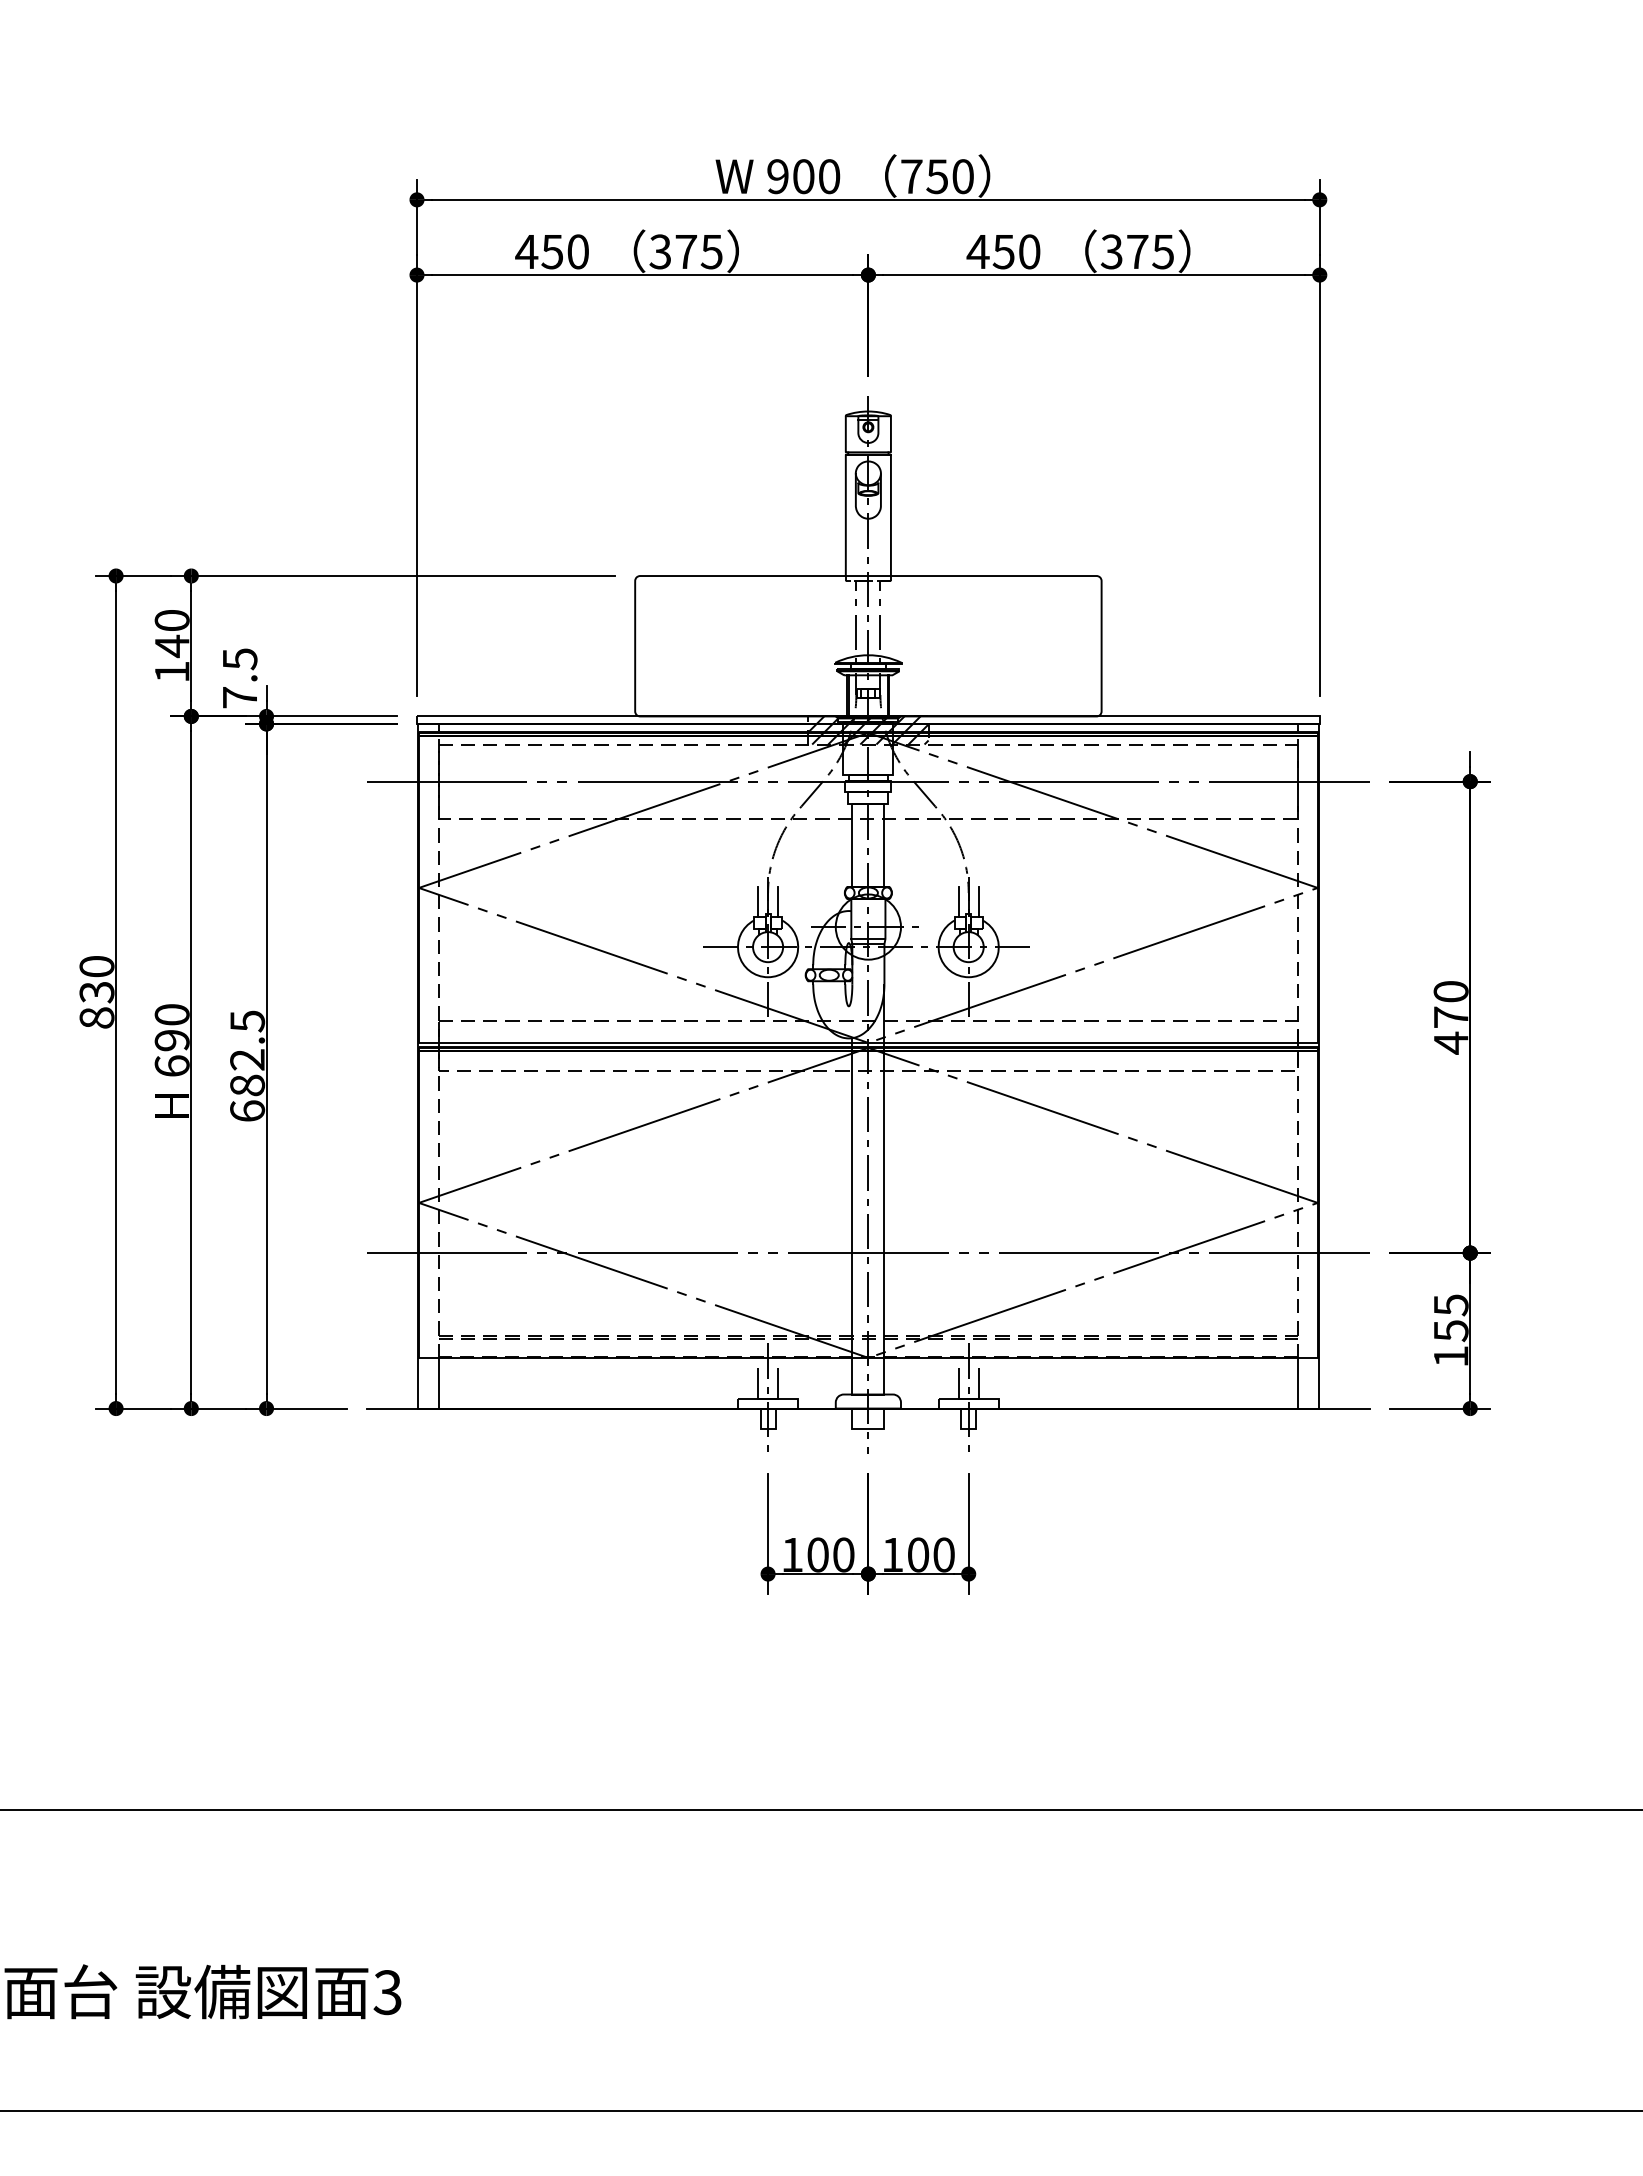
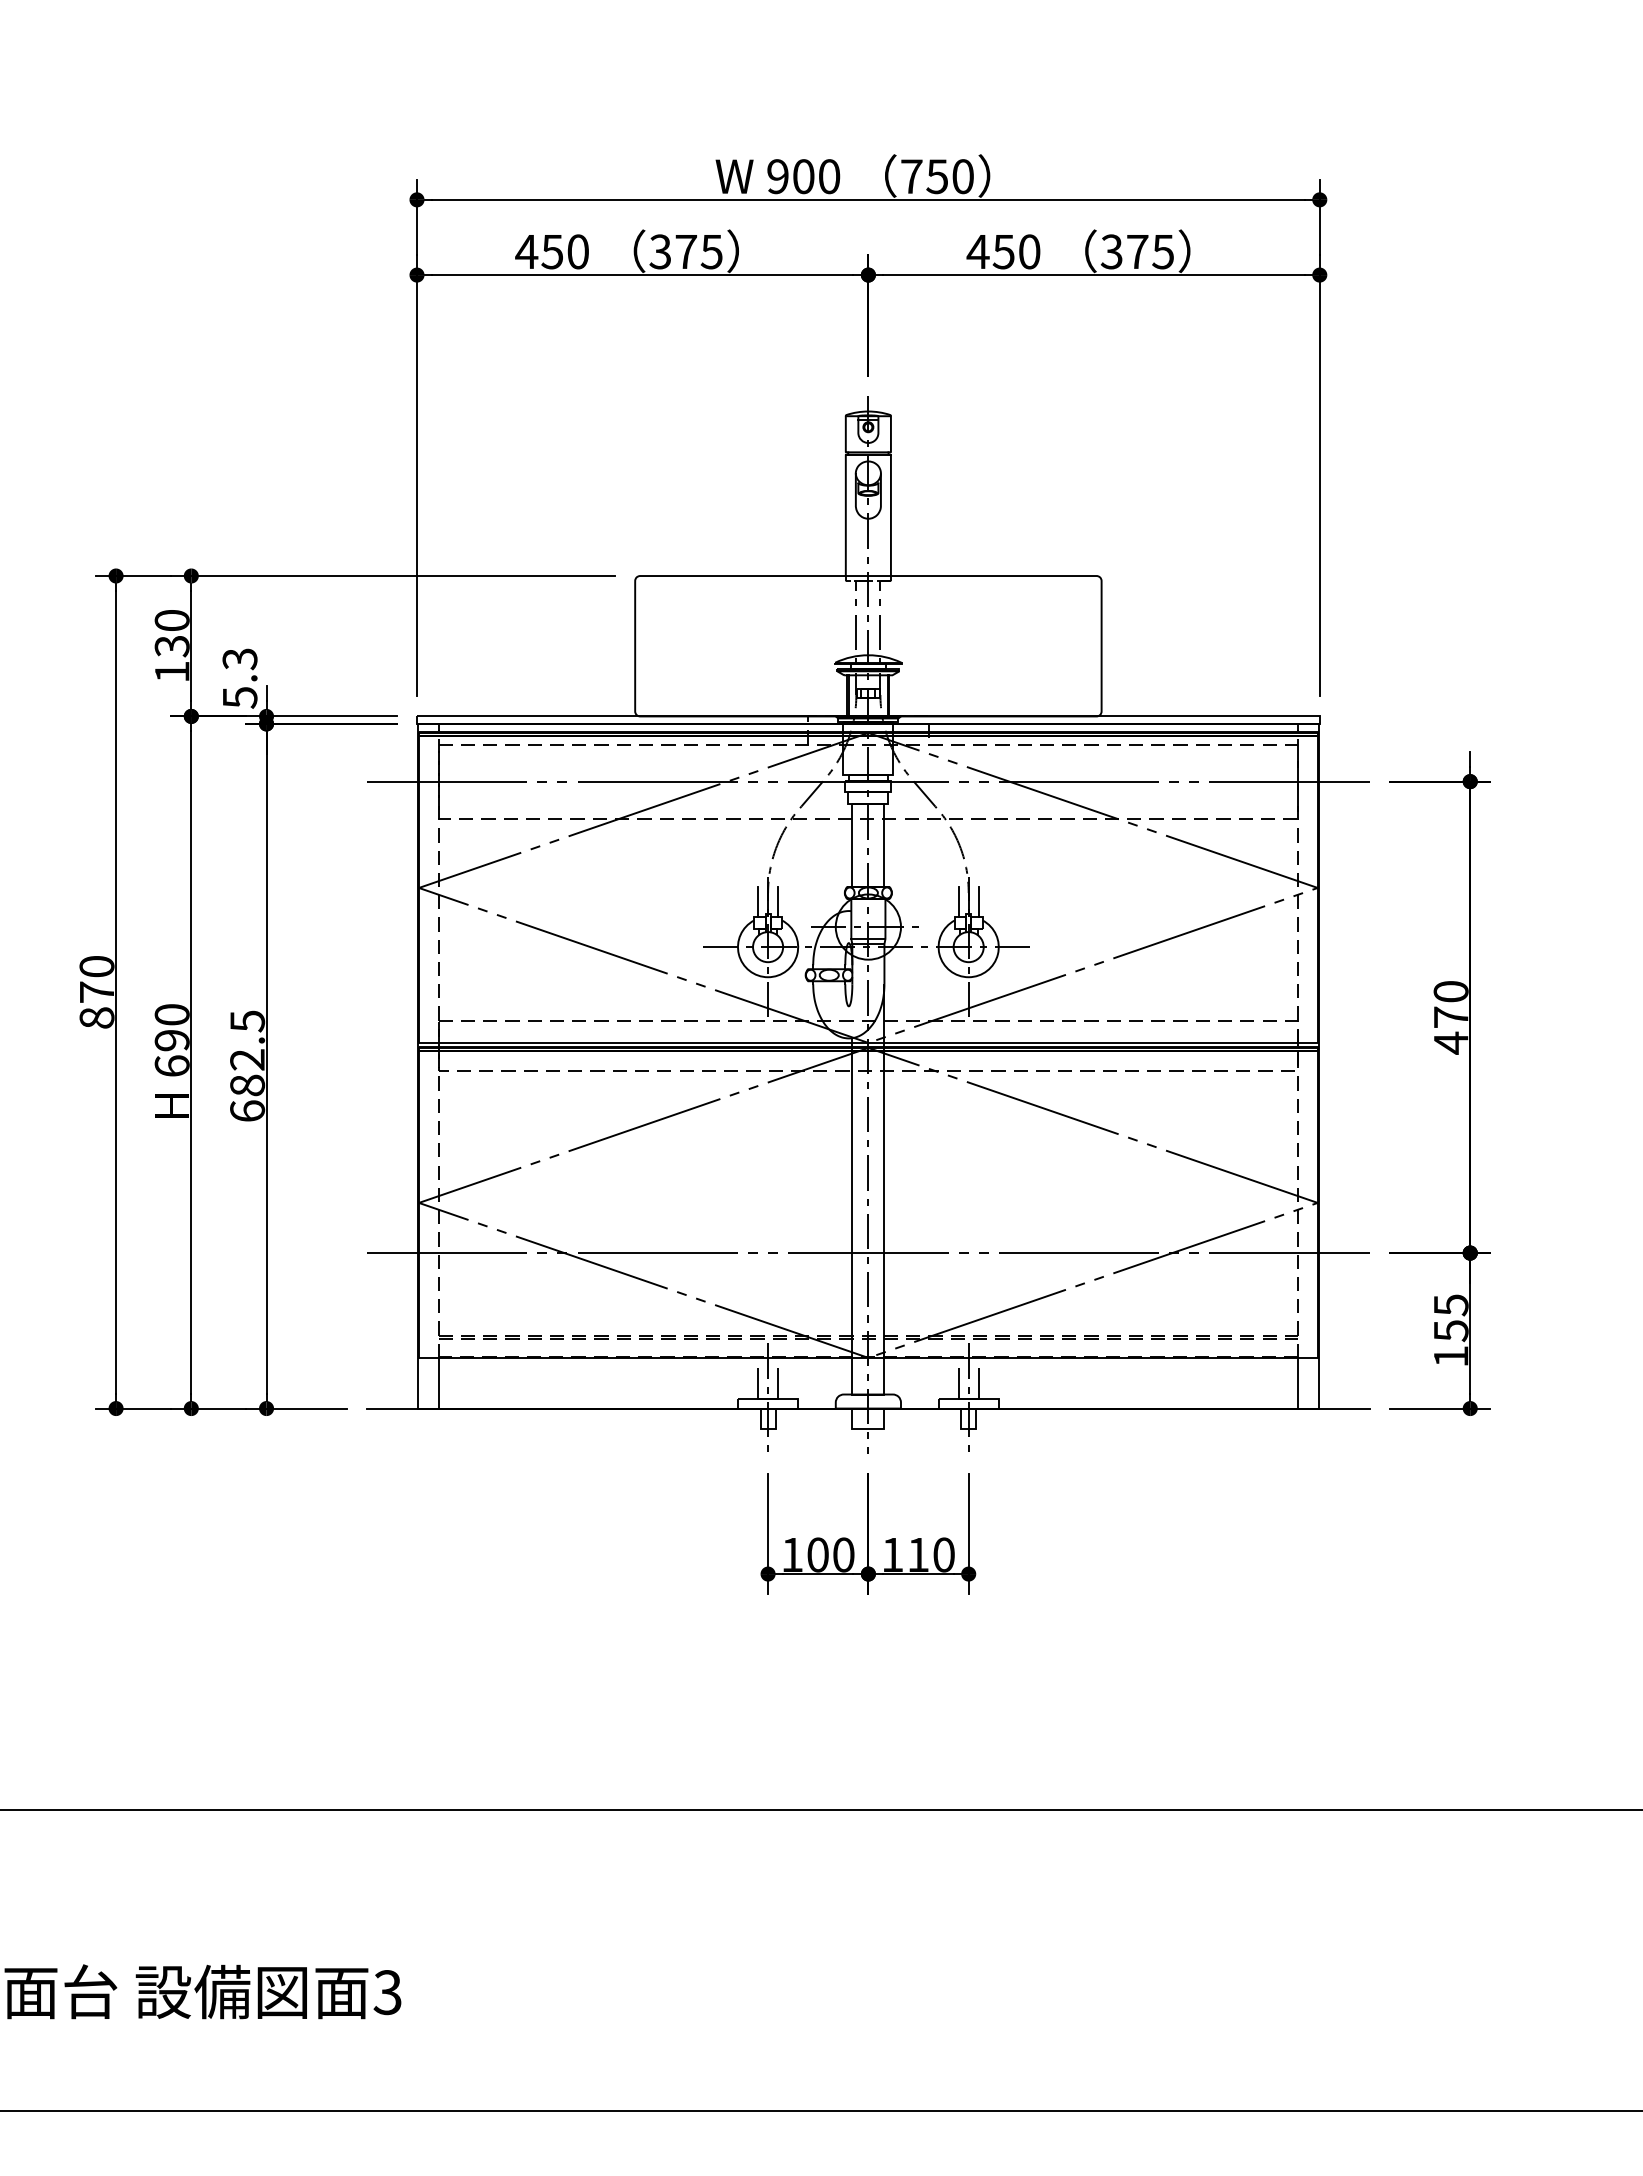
text at (171, 646): 140 -> 130
text at (239, 678): 7.5 -> 5.3
hatch at (868, 730): present -> none
text at (96, 992): 830 -> 870
text at (918, 1554): 100 -> 110
